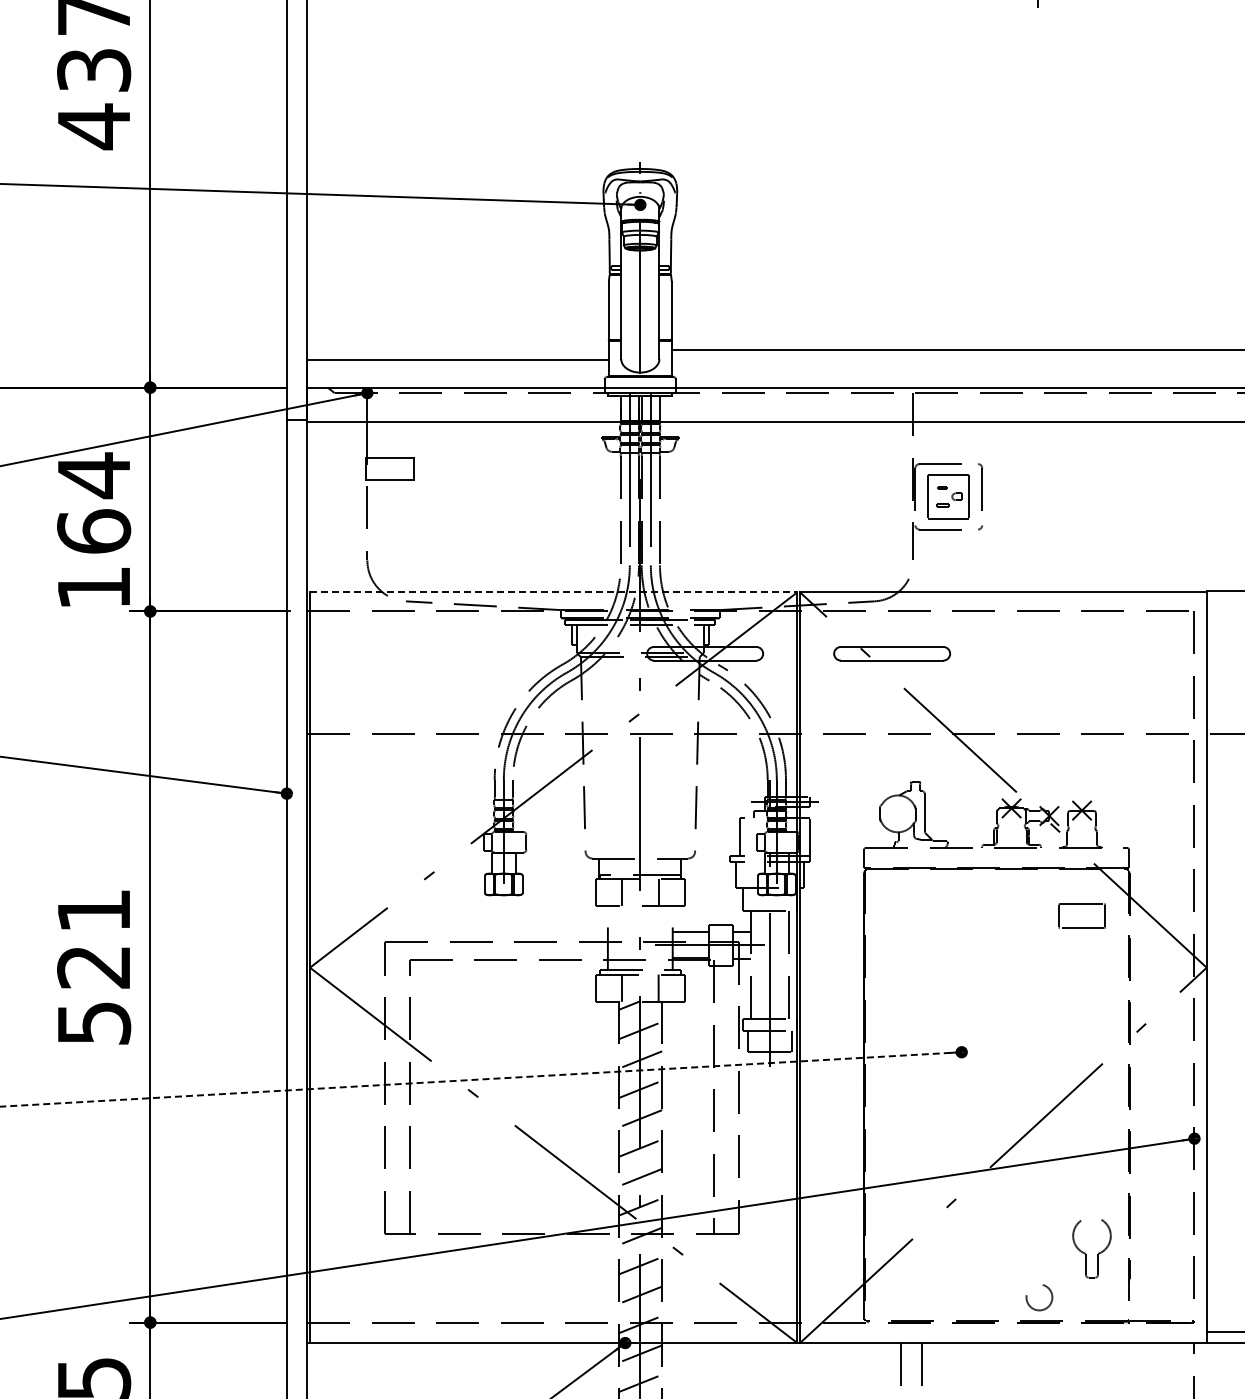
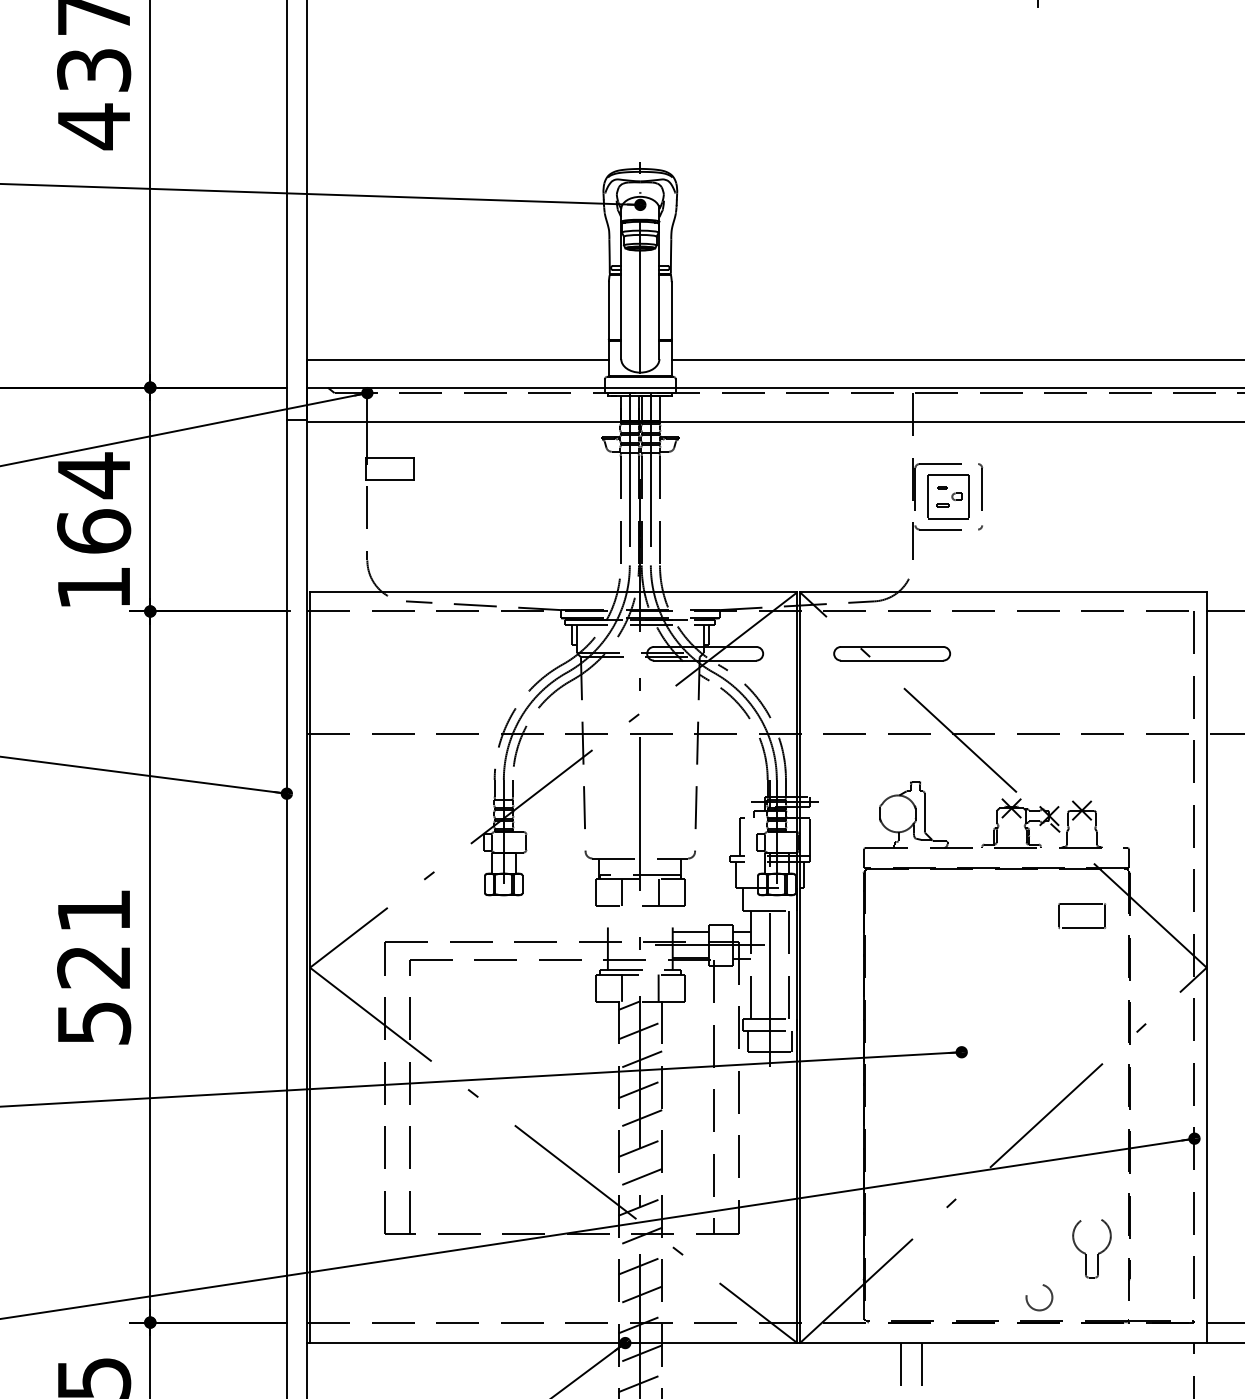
line at (956, 350) position: (956, 350) -> (956, 360)
line at (1223, 591) position: (1223, 591) -> (1223, 611)
line at (553, 592): dashed -> solid
line at (480, 1079): dashed -> solid
line at (1223, 1331) position: (1223, 1331) -> (1223, 1322)
